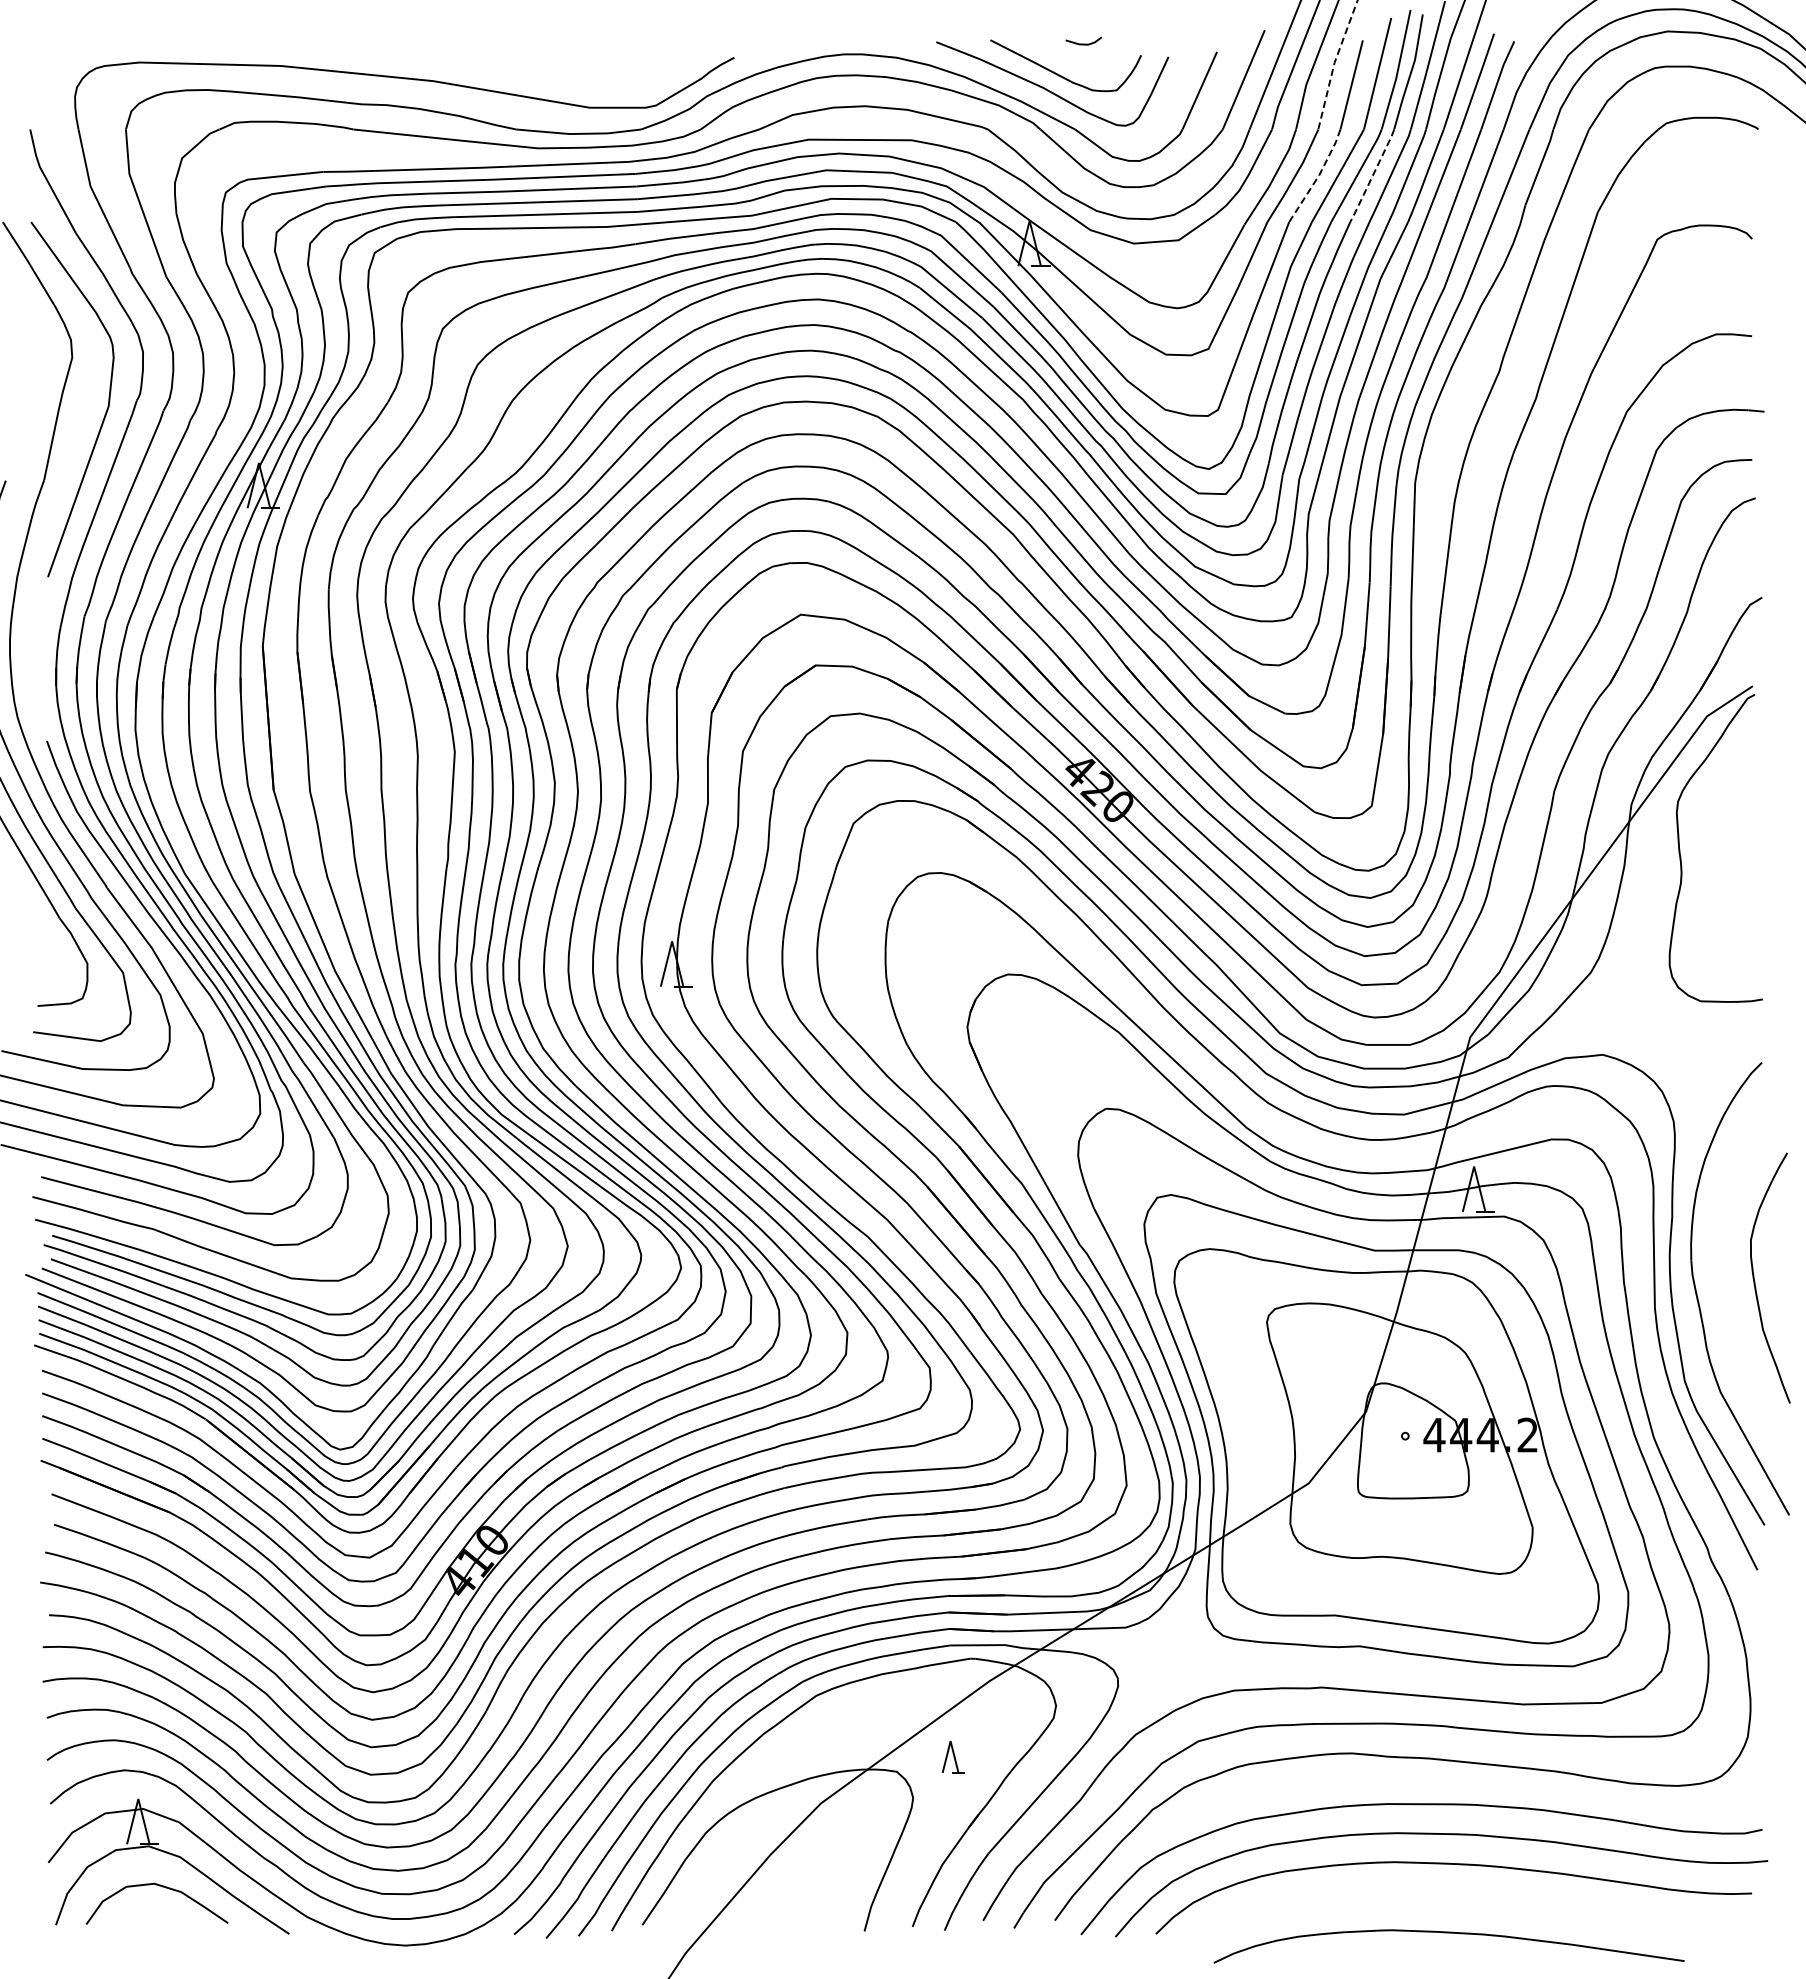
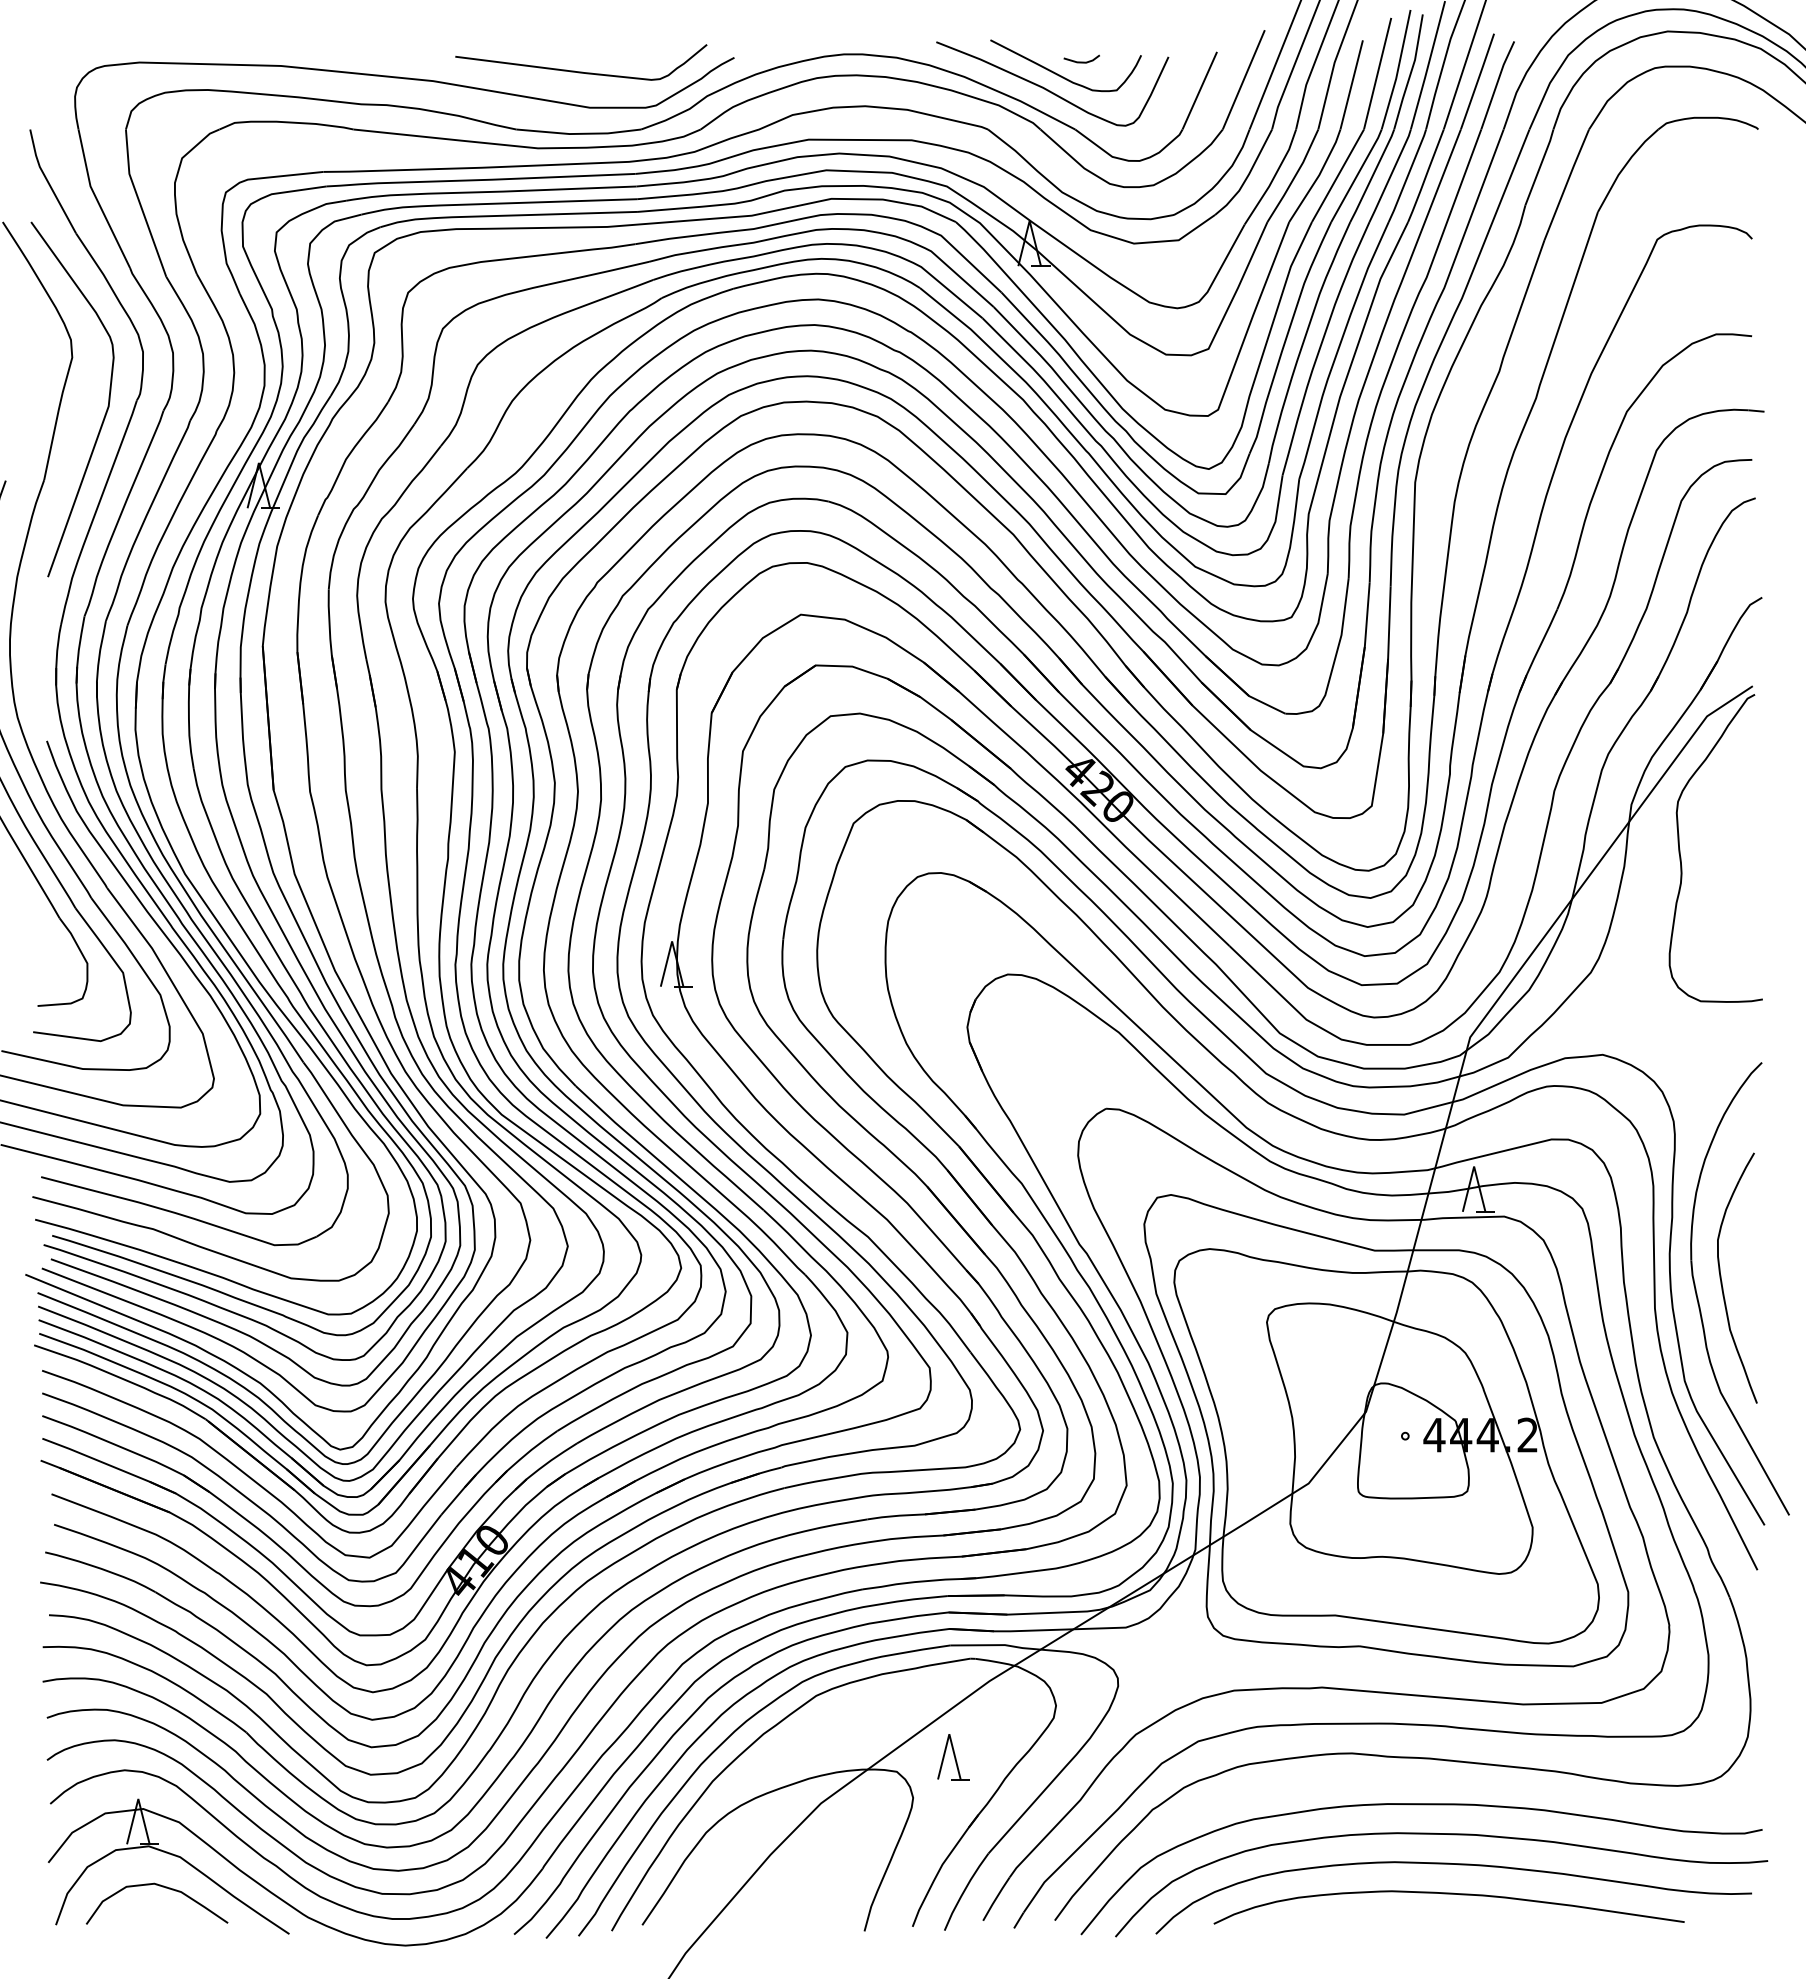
line at (1083, 43) position: (1083, 43) -> (1081, 61)
line at (1334, 63): dashed -> solid
curve at (581, 71): none -> present
line at (1372, 175): dashed -> solid
line at (1318, 176): dashed -> solid
part at (1755, 1281) position: (1755, 1281) -> (1722, 1281)
part at (952, 1757) size: 24x33 px -> 33x47 px
curve at (1448, 1933) position: (1448, 1933) -> (1448, 1894)
